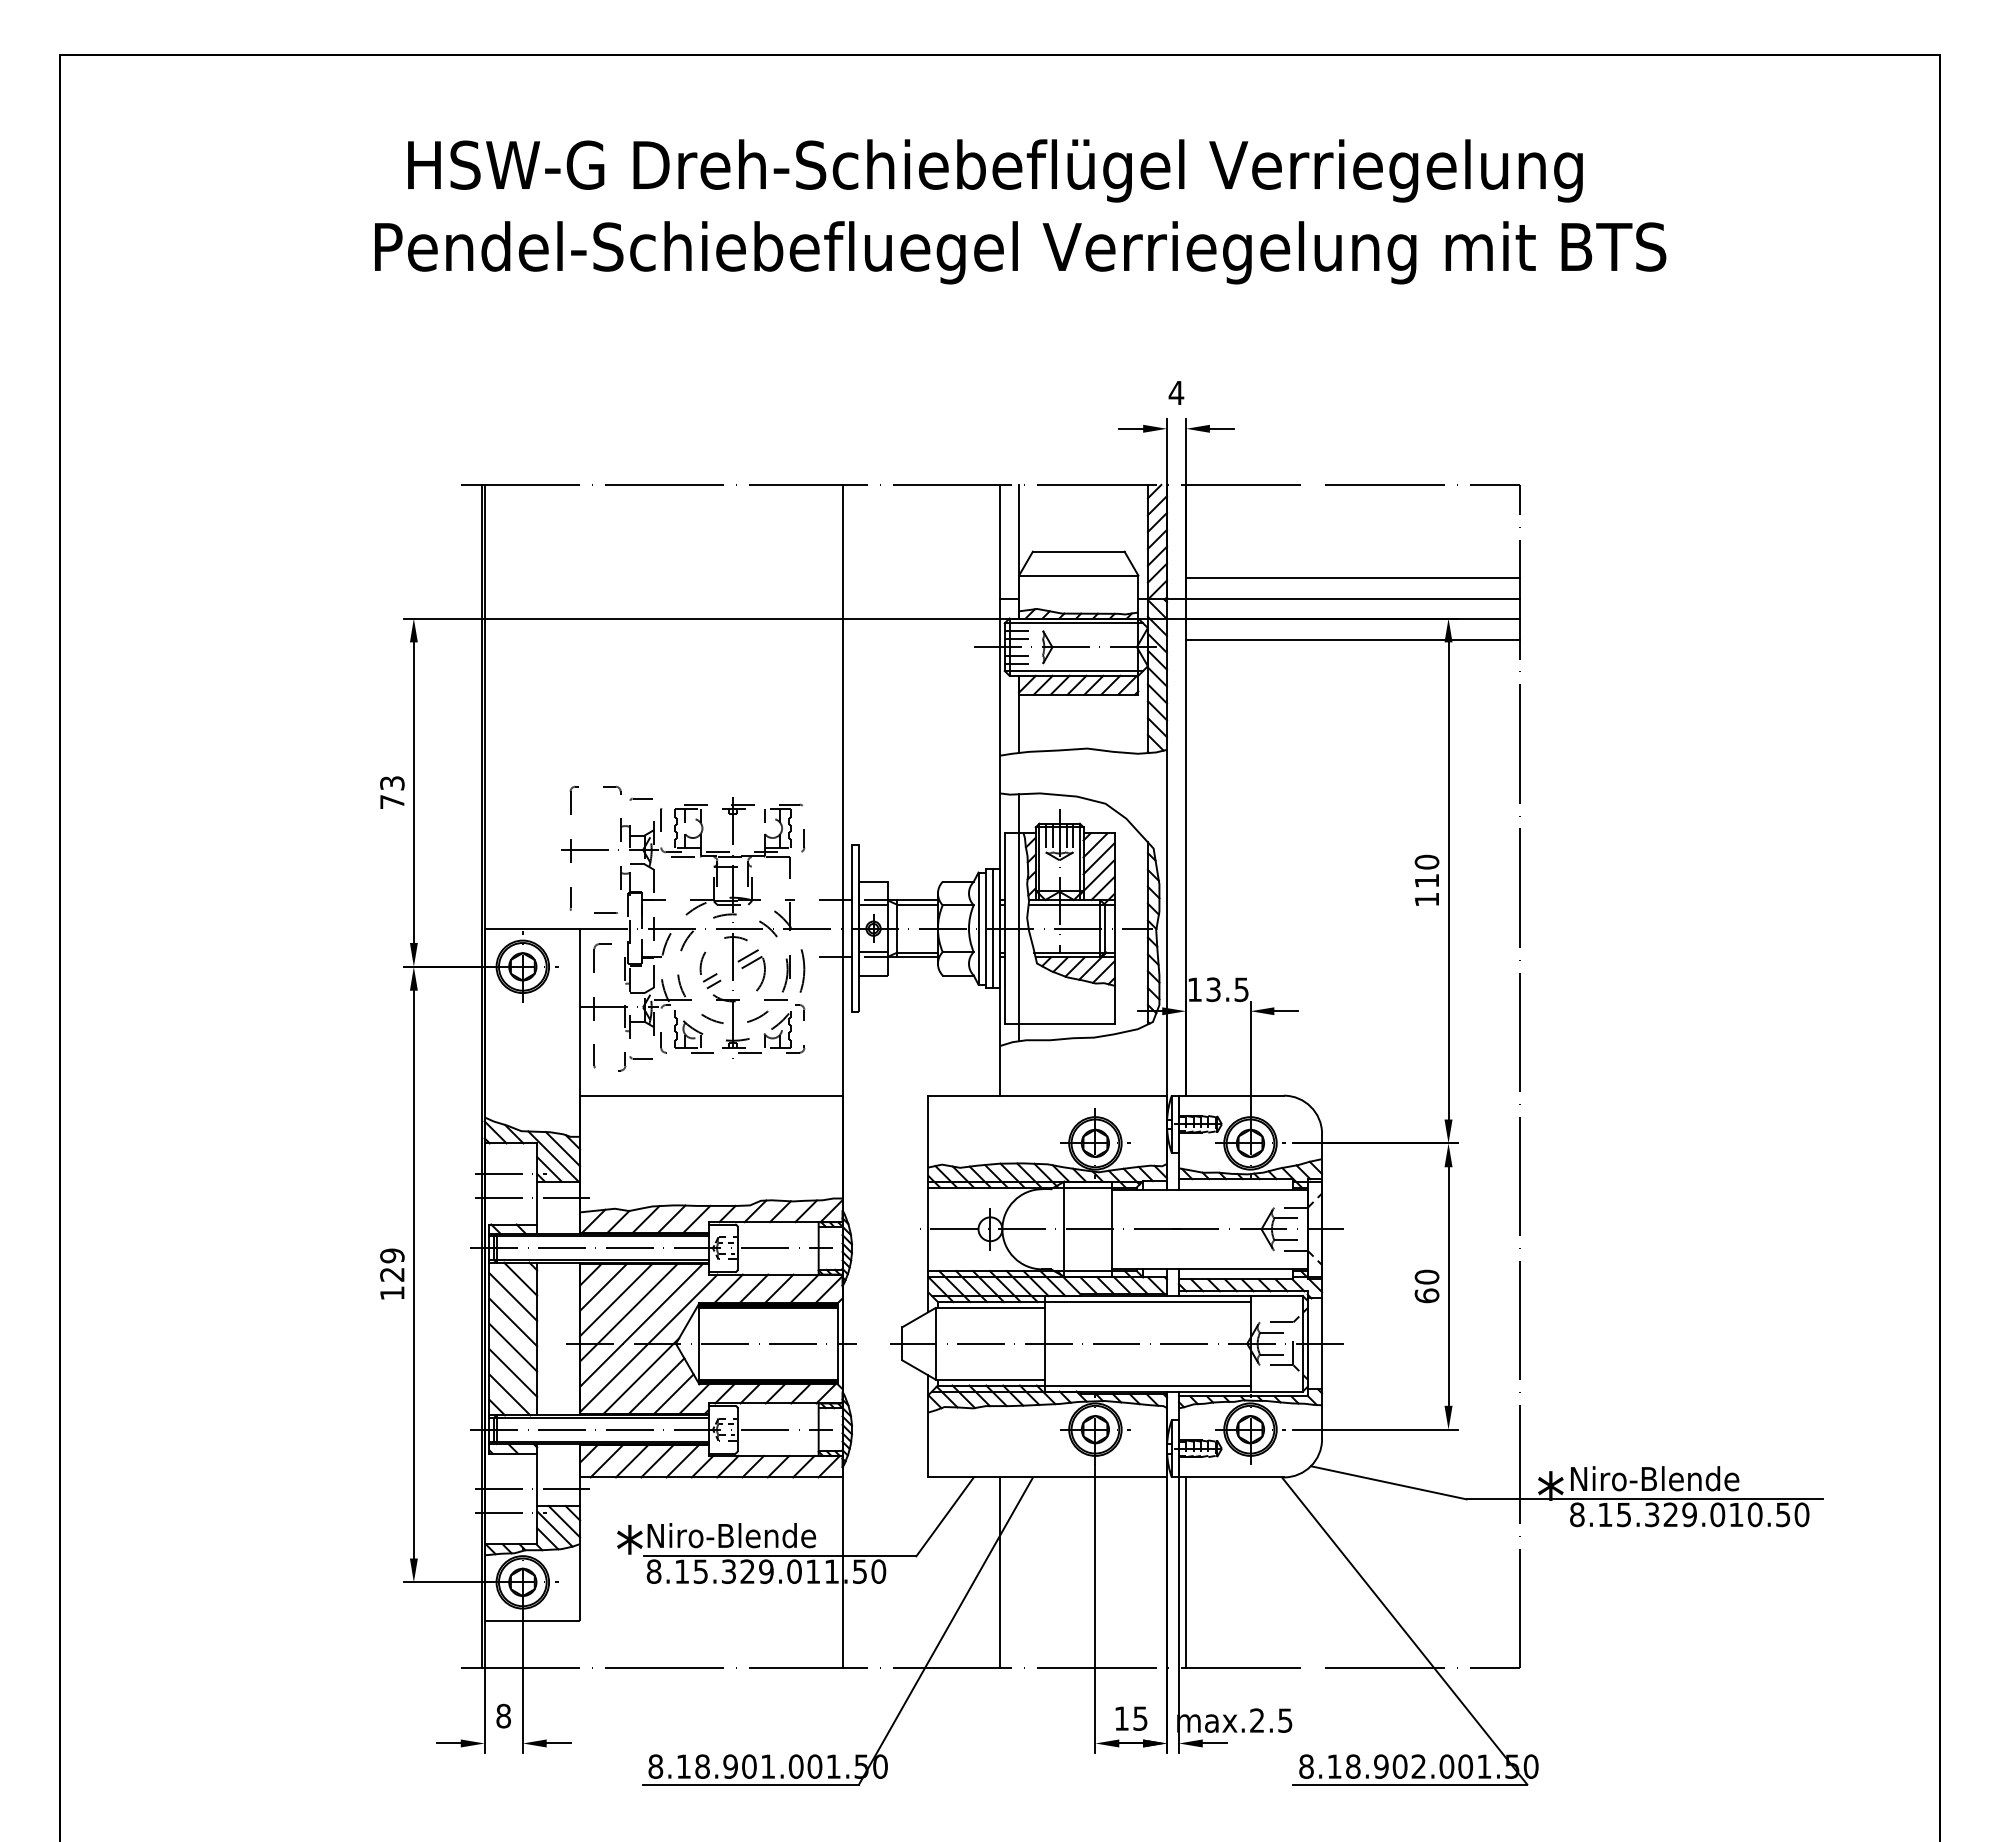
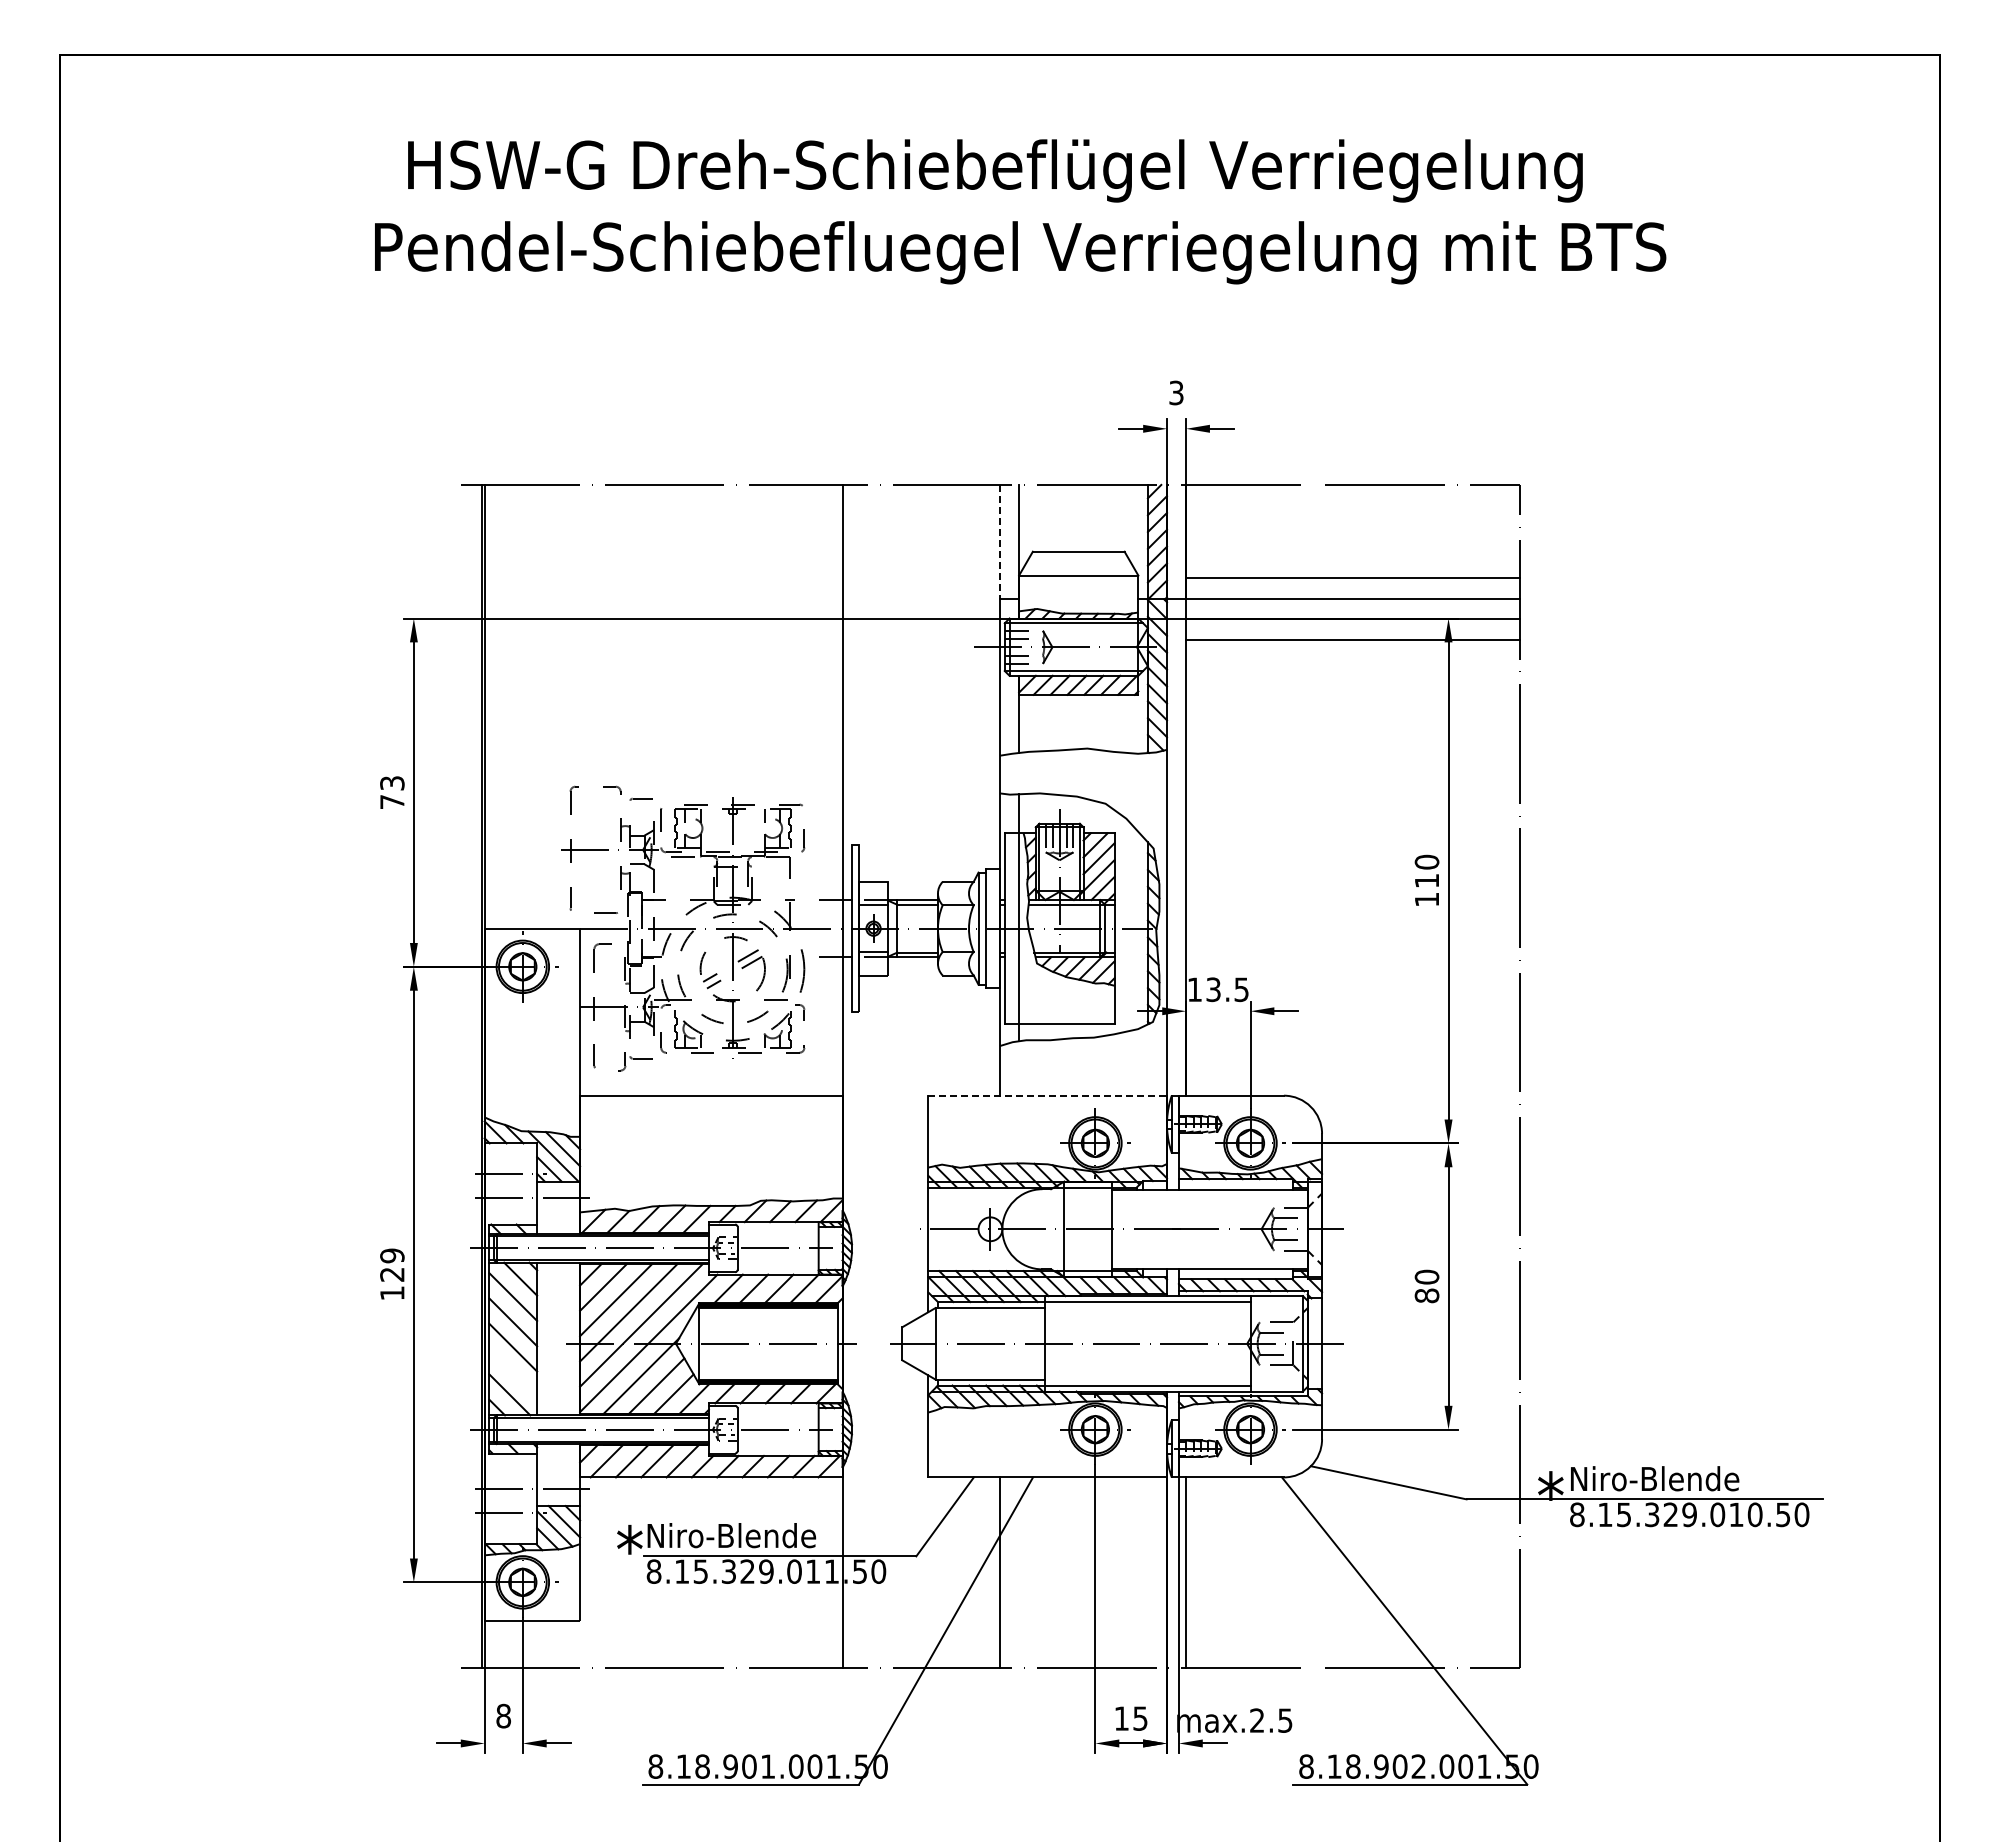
text at (1176, 392): 4 -> 3
line at (1000, 542): solid -> dashed
line at (992, 928): present -> none
line at (1048, 1095): solid -> dashed
text at (1426, 1295): 60 -> 80
line at (513, 1372): present -> none
